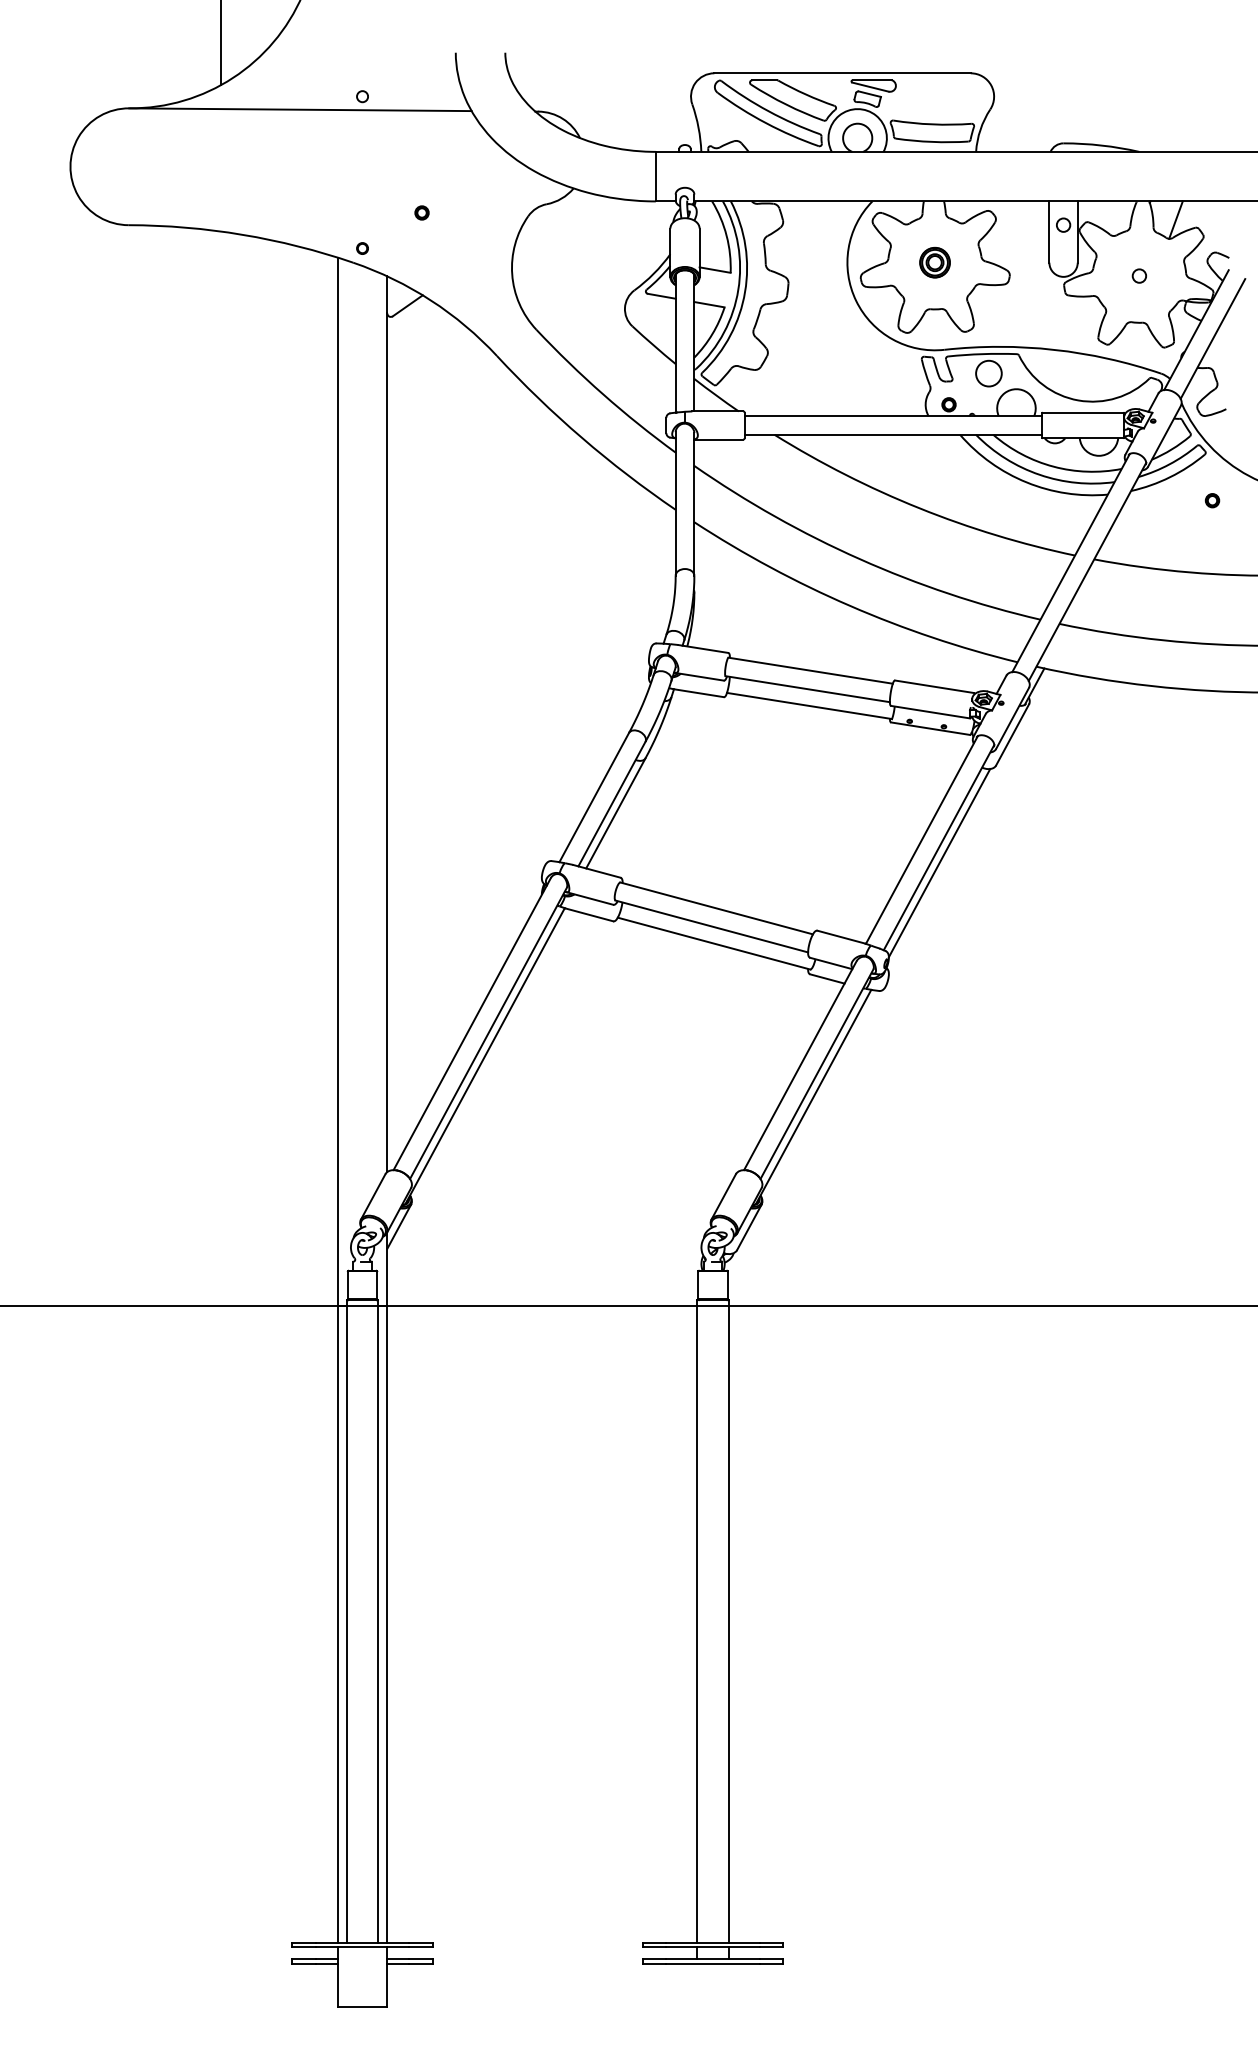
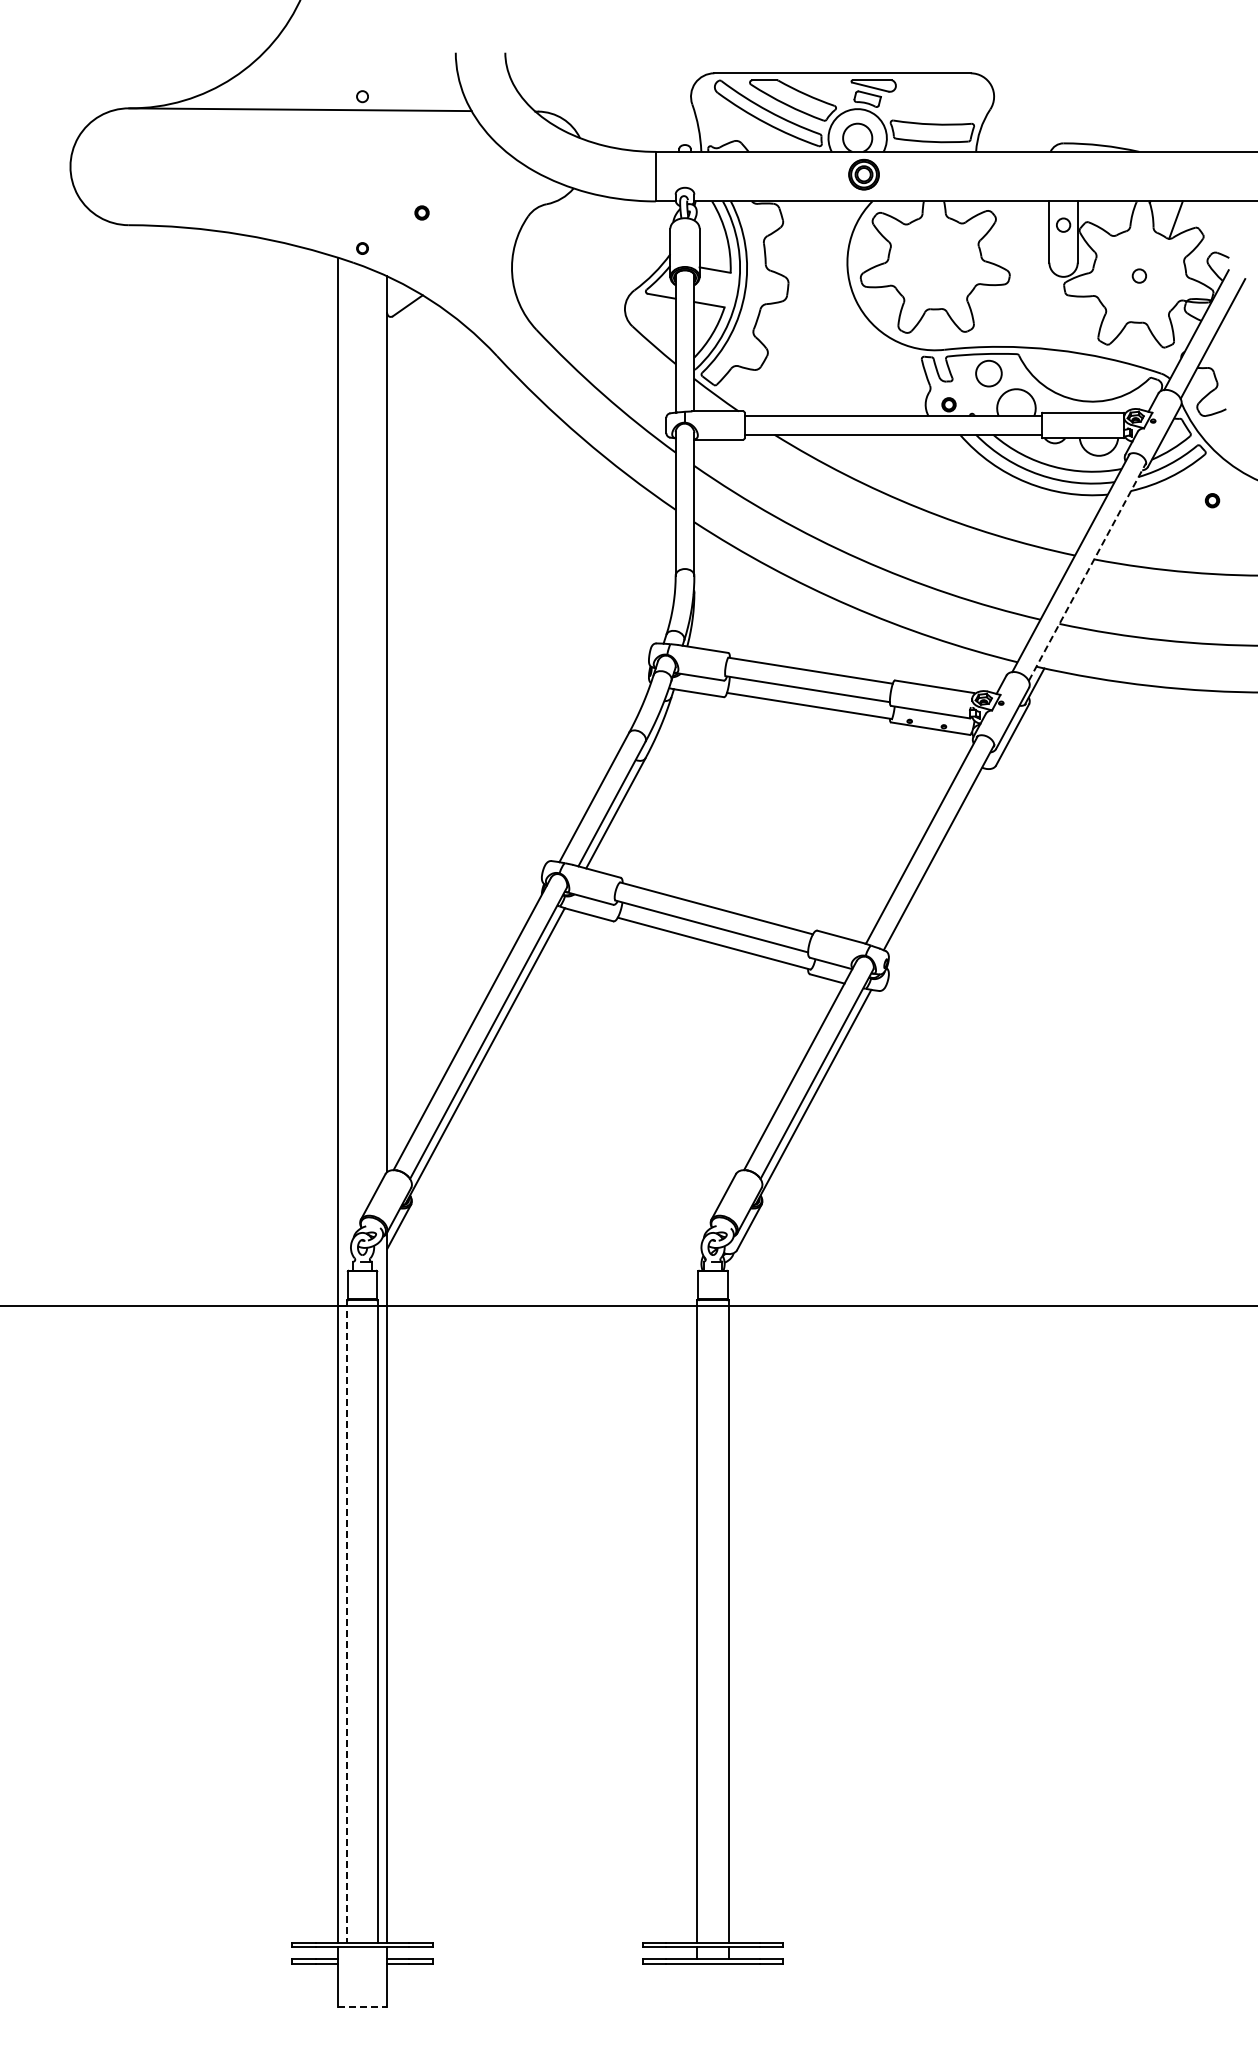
line at (220, 43): present -> none
part at (934, 262) position: (934, 262) -> (863, 174)
line at (1087, 571): solid -> dashed
line at (939, 863): present -> none
line at (346, 1621): solid -> dashed
line at (362, 2006): solid -> dashed
